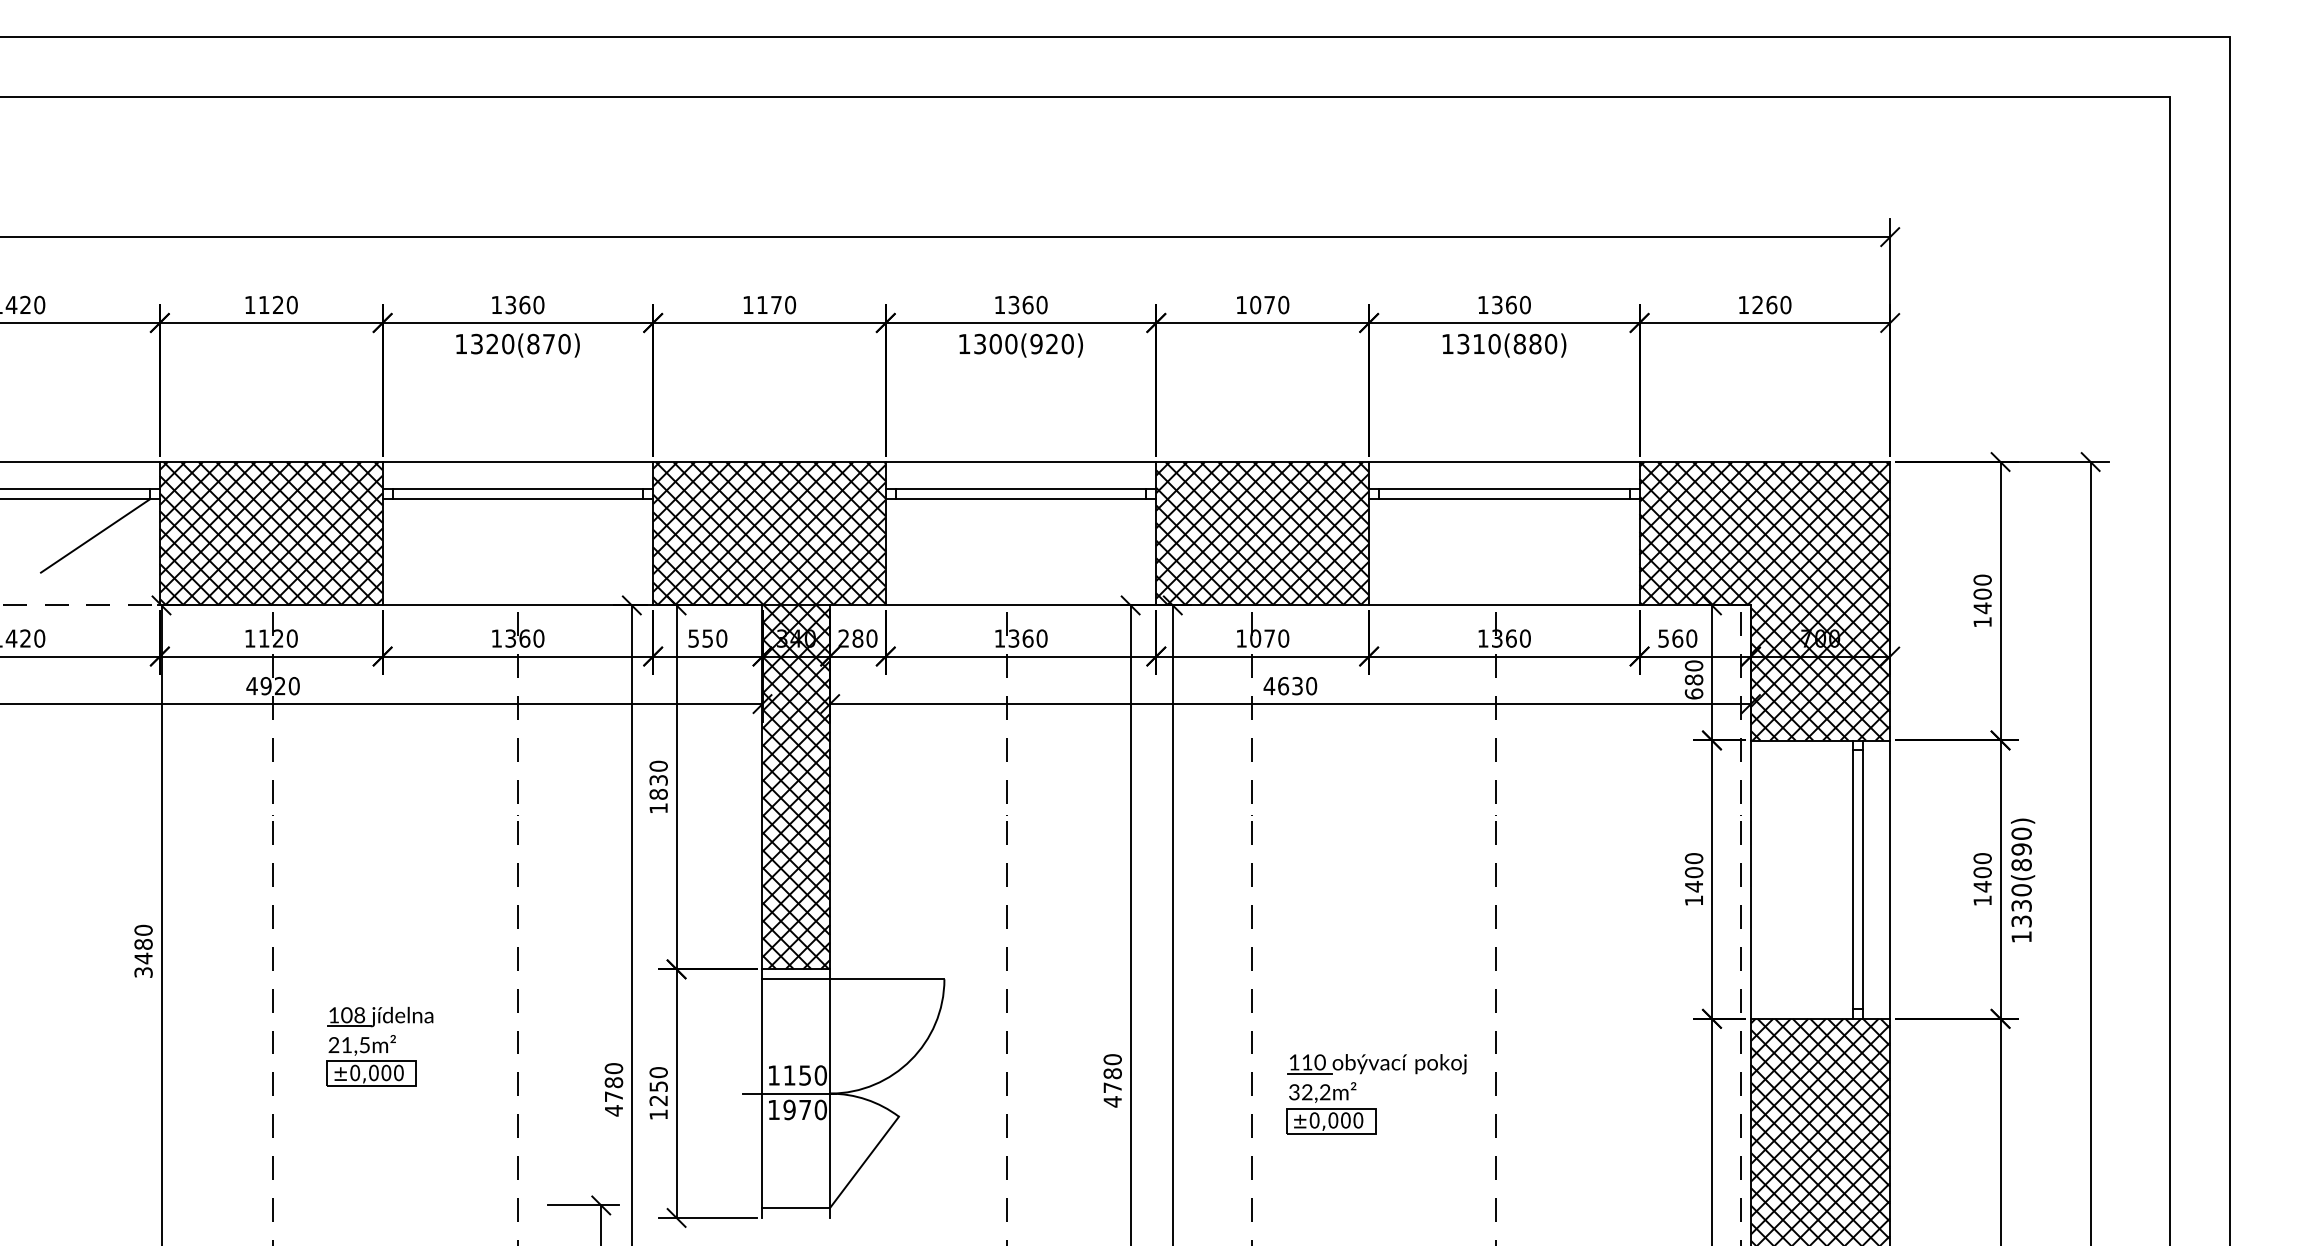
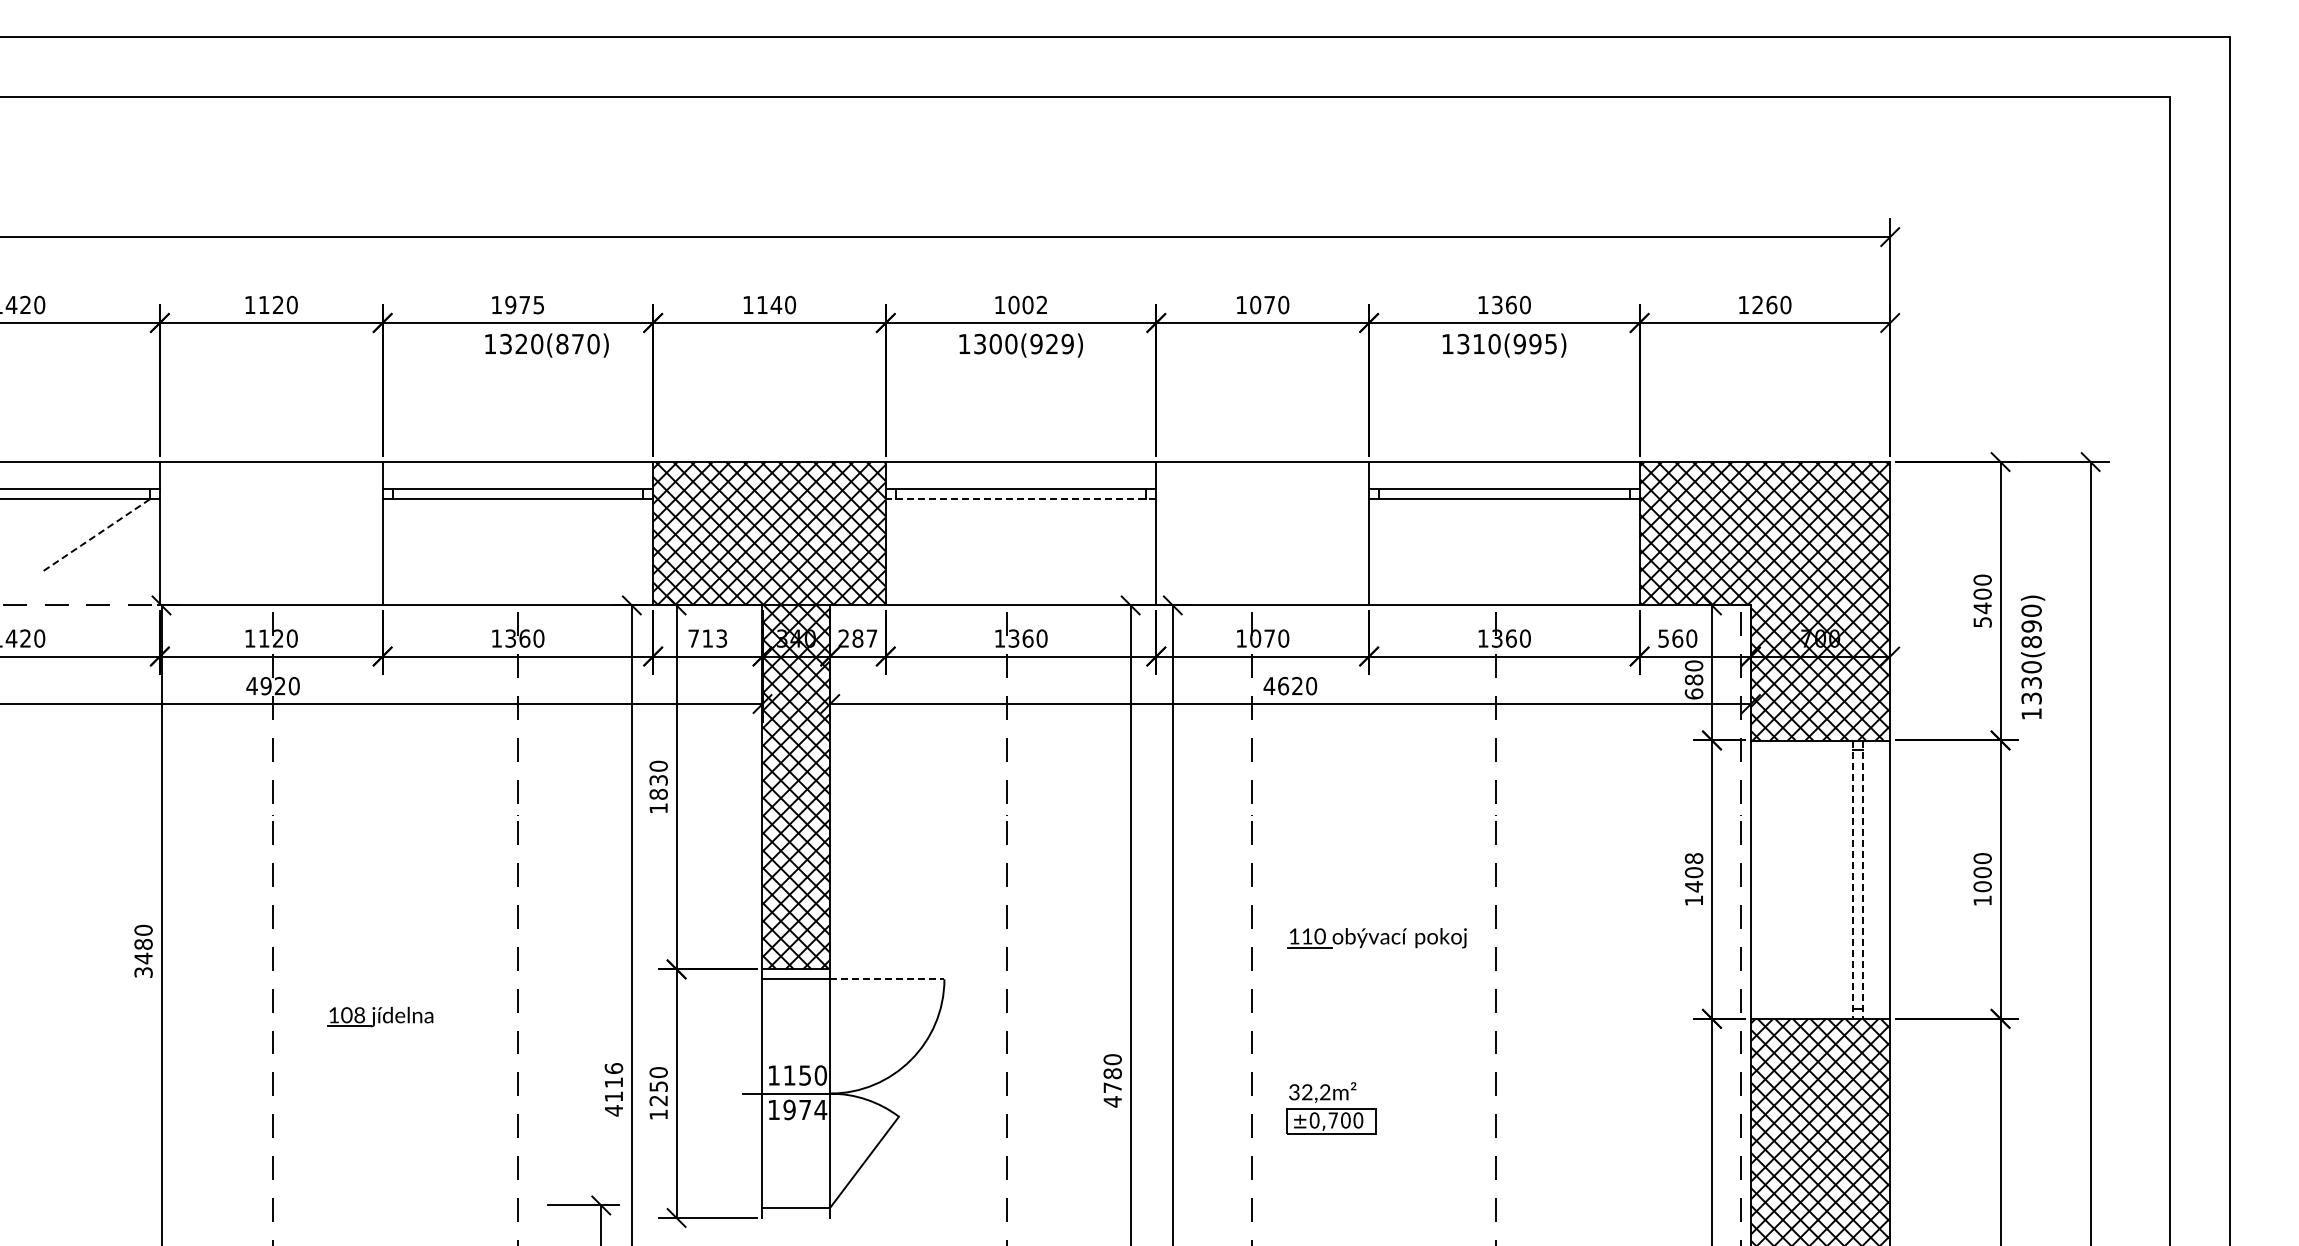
text at (524, 304): 1360 -> 1975
text at (776, 304): 1170 -> 1140
text at (1027, 304): 1360 -> 1002
text at (1535, 343): 1310(880) -> 1310(995)
text at (1067, 344): 1300(920) -> 1300(929)
text at (517, 345) position: (517, 345) -> (546, 345)
line at (1020, 499): solid -> dashed
hatch at (270, 533): present -> none
hatch at (1262, 533): present -> none
line at (95, 536): solid -> dashed
text at (1982, 622): 1400 -> 5400
text at (707, 638): 550 -> 713
text at (871, 638): 280 -> 287
text at (1297, 686): 4630 -> 4620
text at (1693, 858): 1400 -> 1408
line at (1852, 880): solid -> dashed
line at (1862, 880): solid -> dashed
text at (2023, 880) position: (2023, 880) -> (2033, 657)
text at (1982, 886): 1400 -> 1000
line at (887, 979): solid -> dashed
part at (371, 1060): present -> none
part at (1376, 1064) position: (1376, 1064) -> (1376, 938)
text at (613, 1082): 4780 -> 4116
text at (820, 1109): 1970 -> 1974
text at (1333, 1120): ±0,000 -> ±0,700
